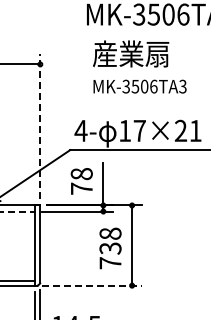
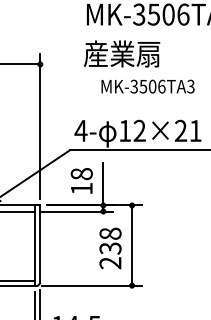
text at (131, 53) position: (131, 53) -> (122, 53)
text at (139, 86) position: (139, 86) -> (147, 86)
line at (40, 126): dashed -> solid
text at (139, 130): 17×21 -> 12×21
text at (81, 188): 78 -> 18
line at (18, 211): dashed -> solid
text at (110, 263): 738 -> 238
line at (92, 285): dashed -> solid
